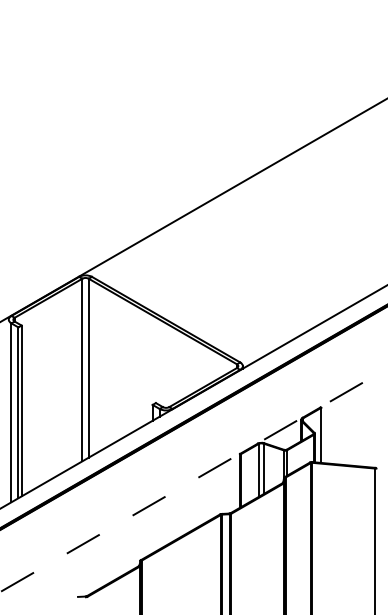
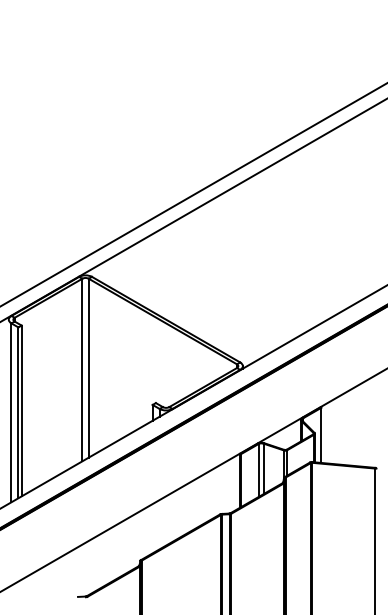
line at (193, 194): none -> present
line at (193, 480): dashed -> solid
